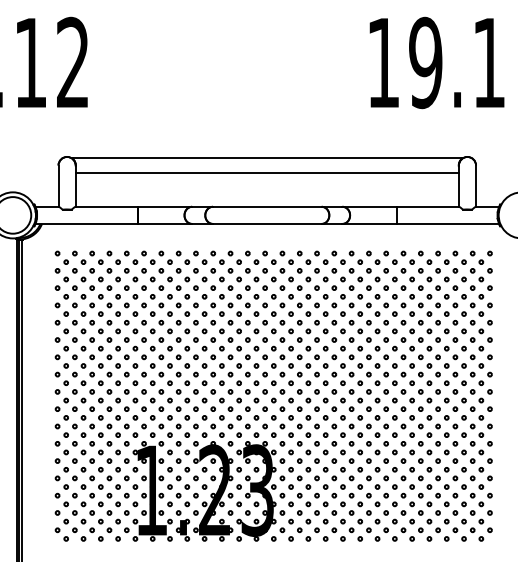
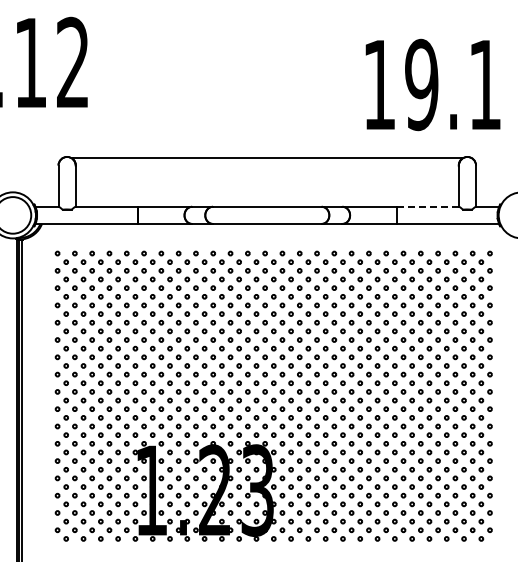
text at (436, 62) position: (436, 62) -> (432, 84)
line at (266, 173): present -> none
line at (427, 206): solid -> dashed
